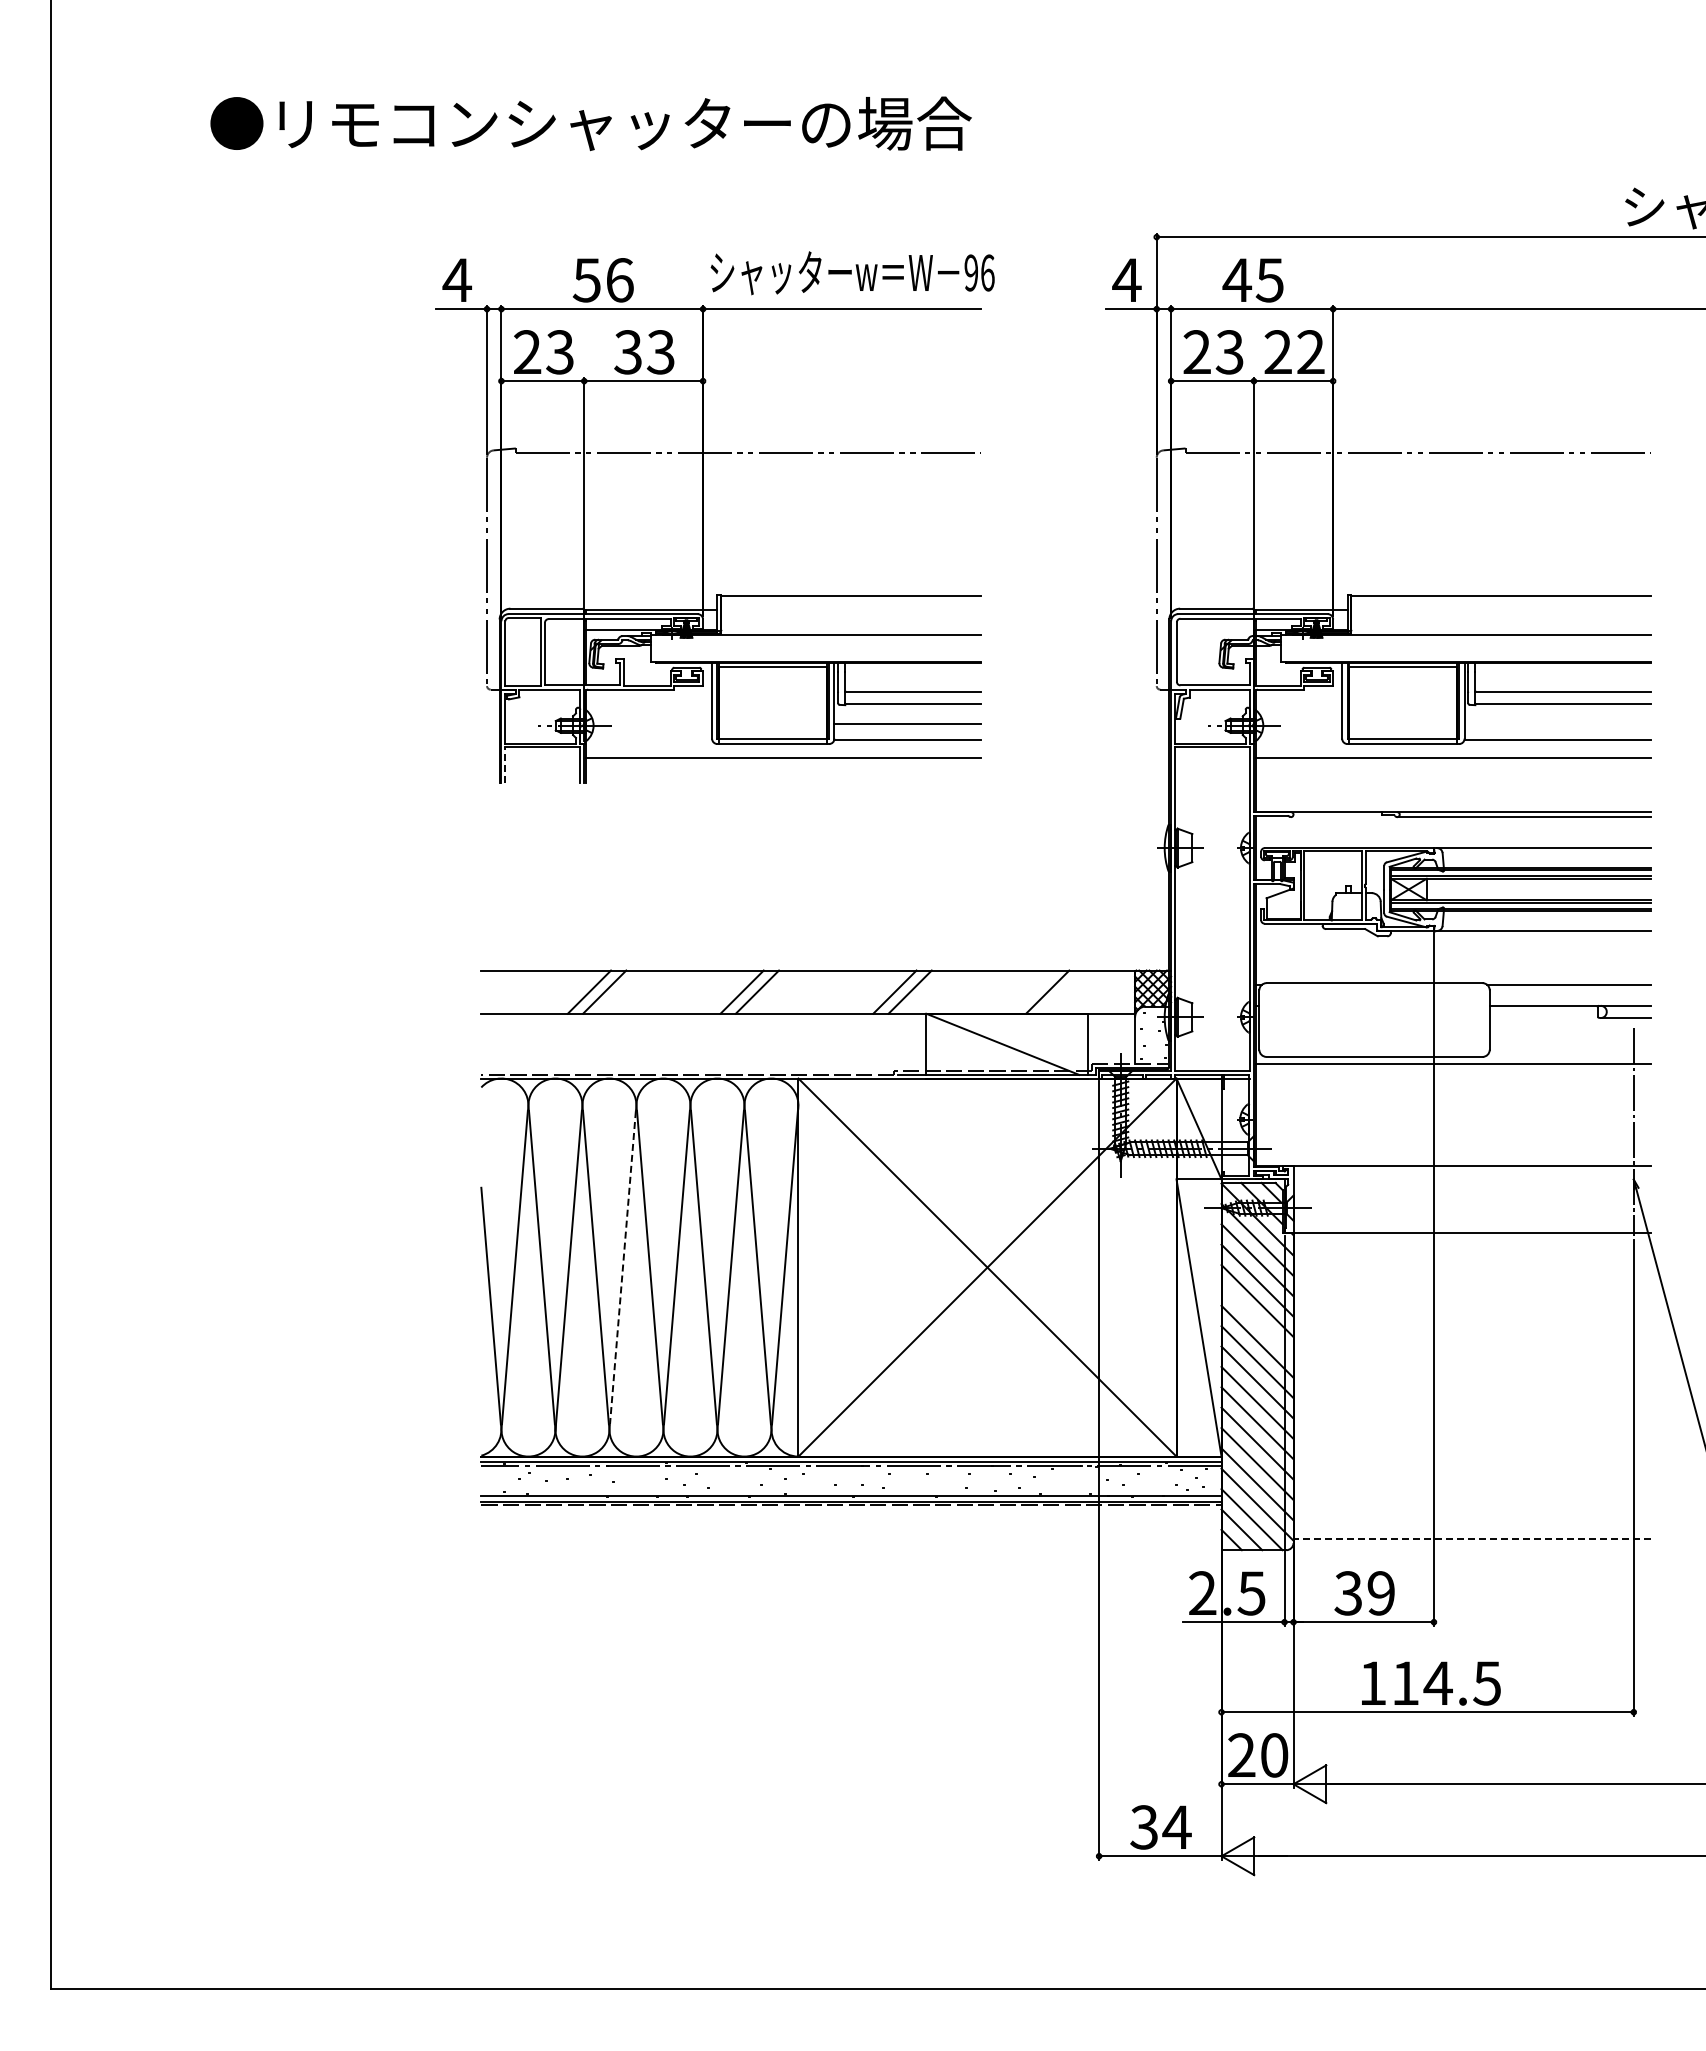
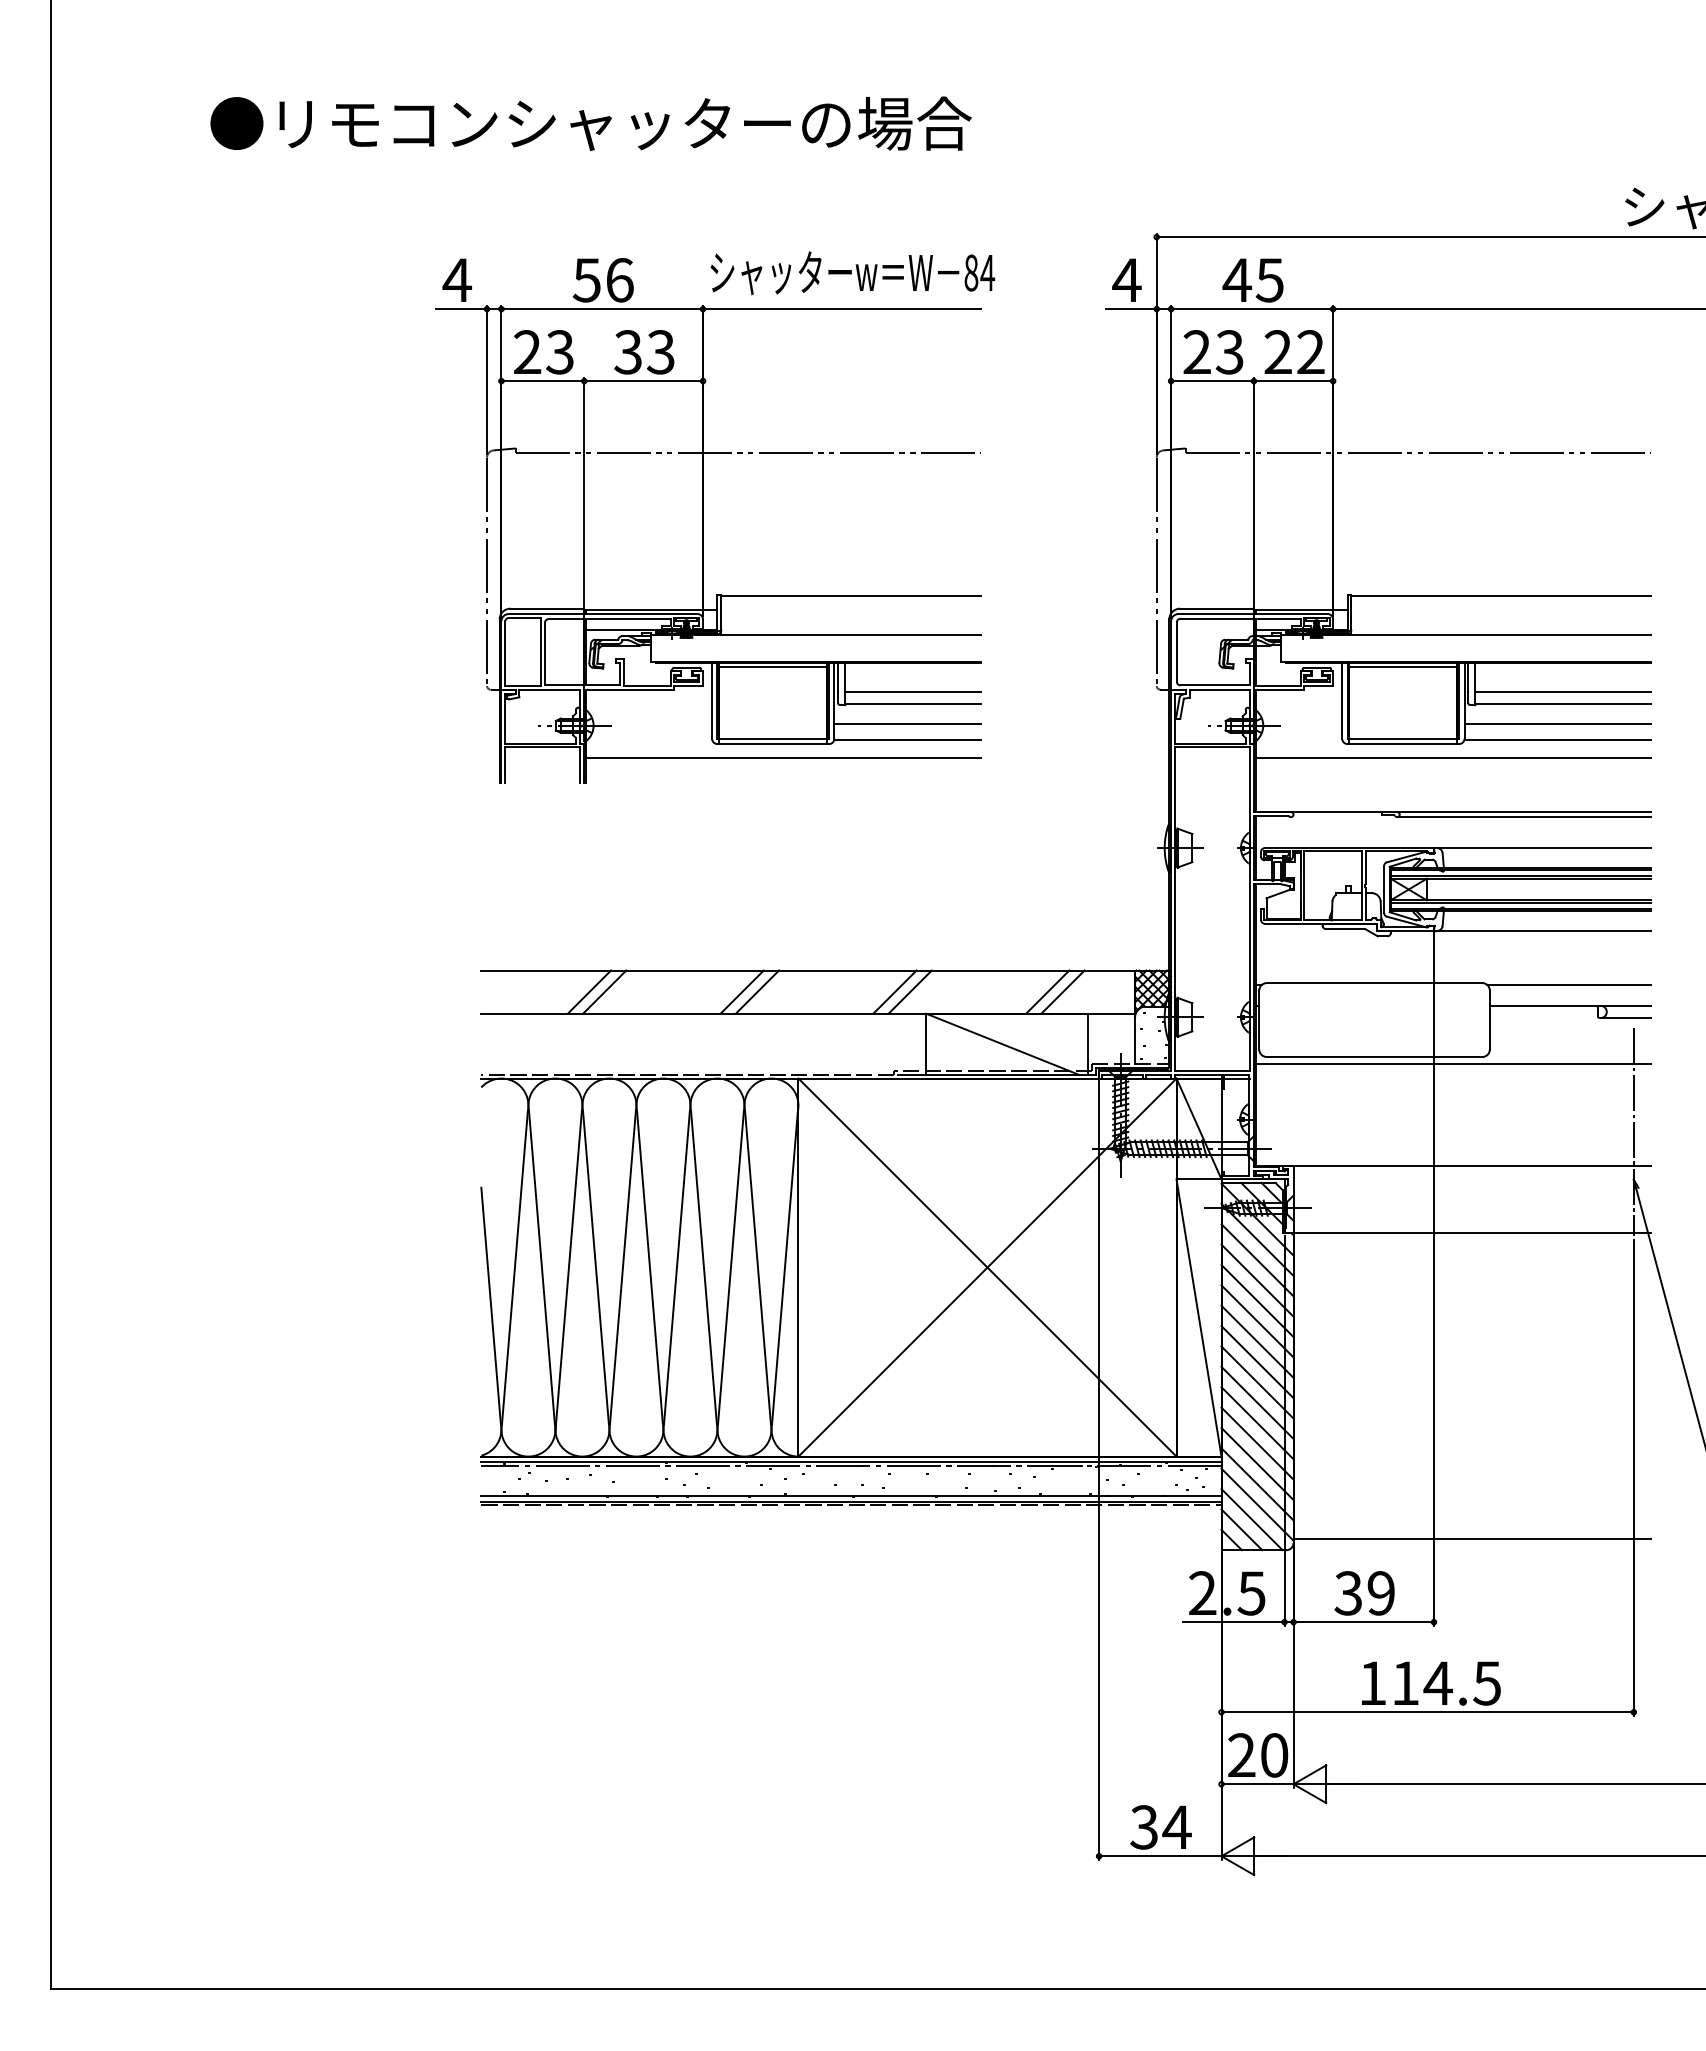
text at (979, 272): 96 -> 84
line at (1557, 724): none -> present
line at (505, 764): dashed -> solid
line at (1062, 991): none -> present
line at (622, 1268): dashed -> solid
line at (1257, 1321): none -> present
line at (1472, 1539): dashed -> solid
